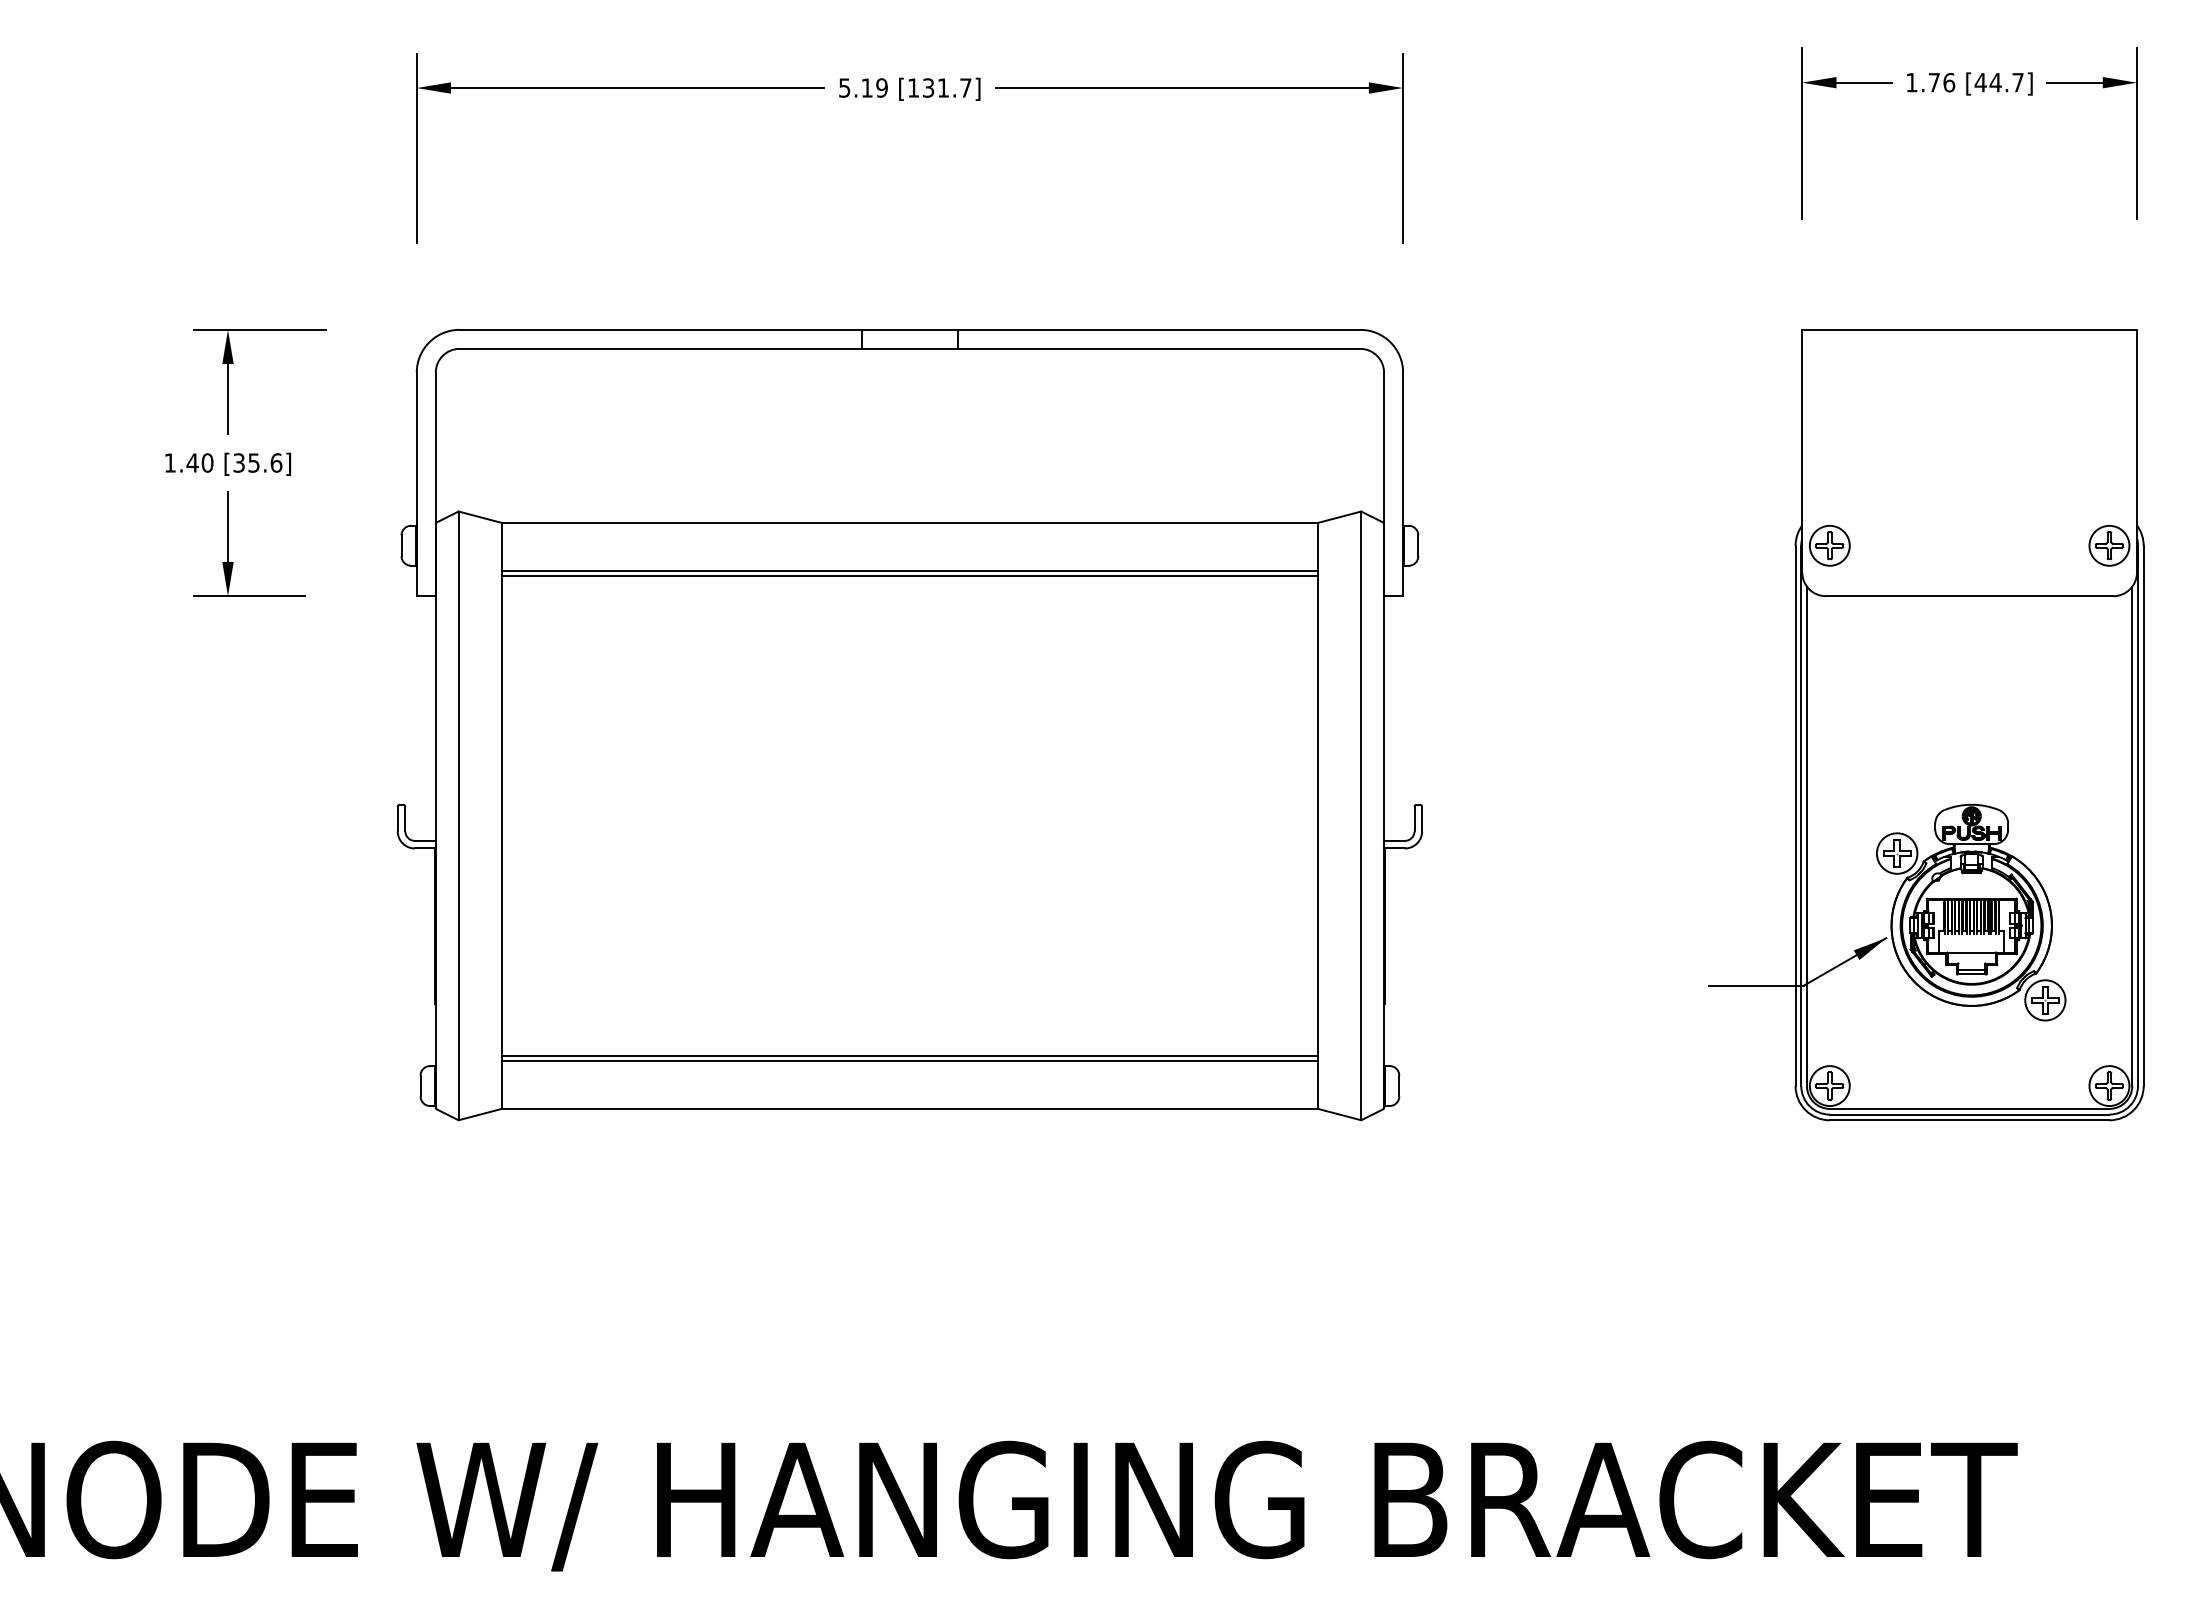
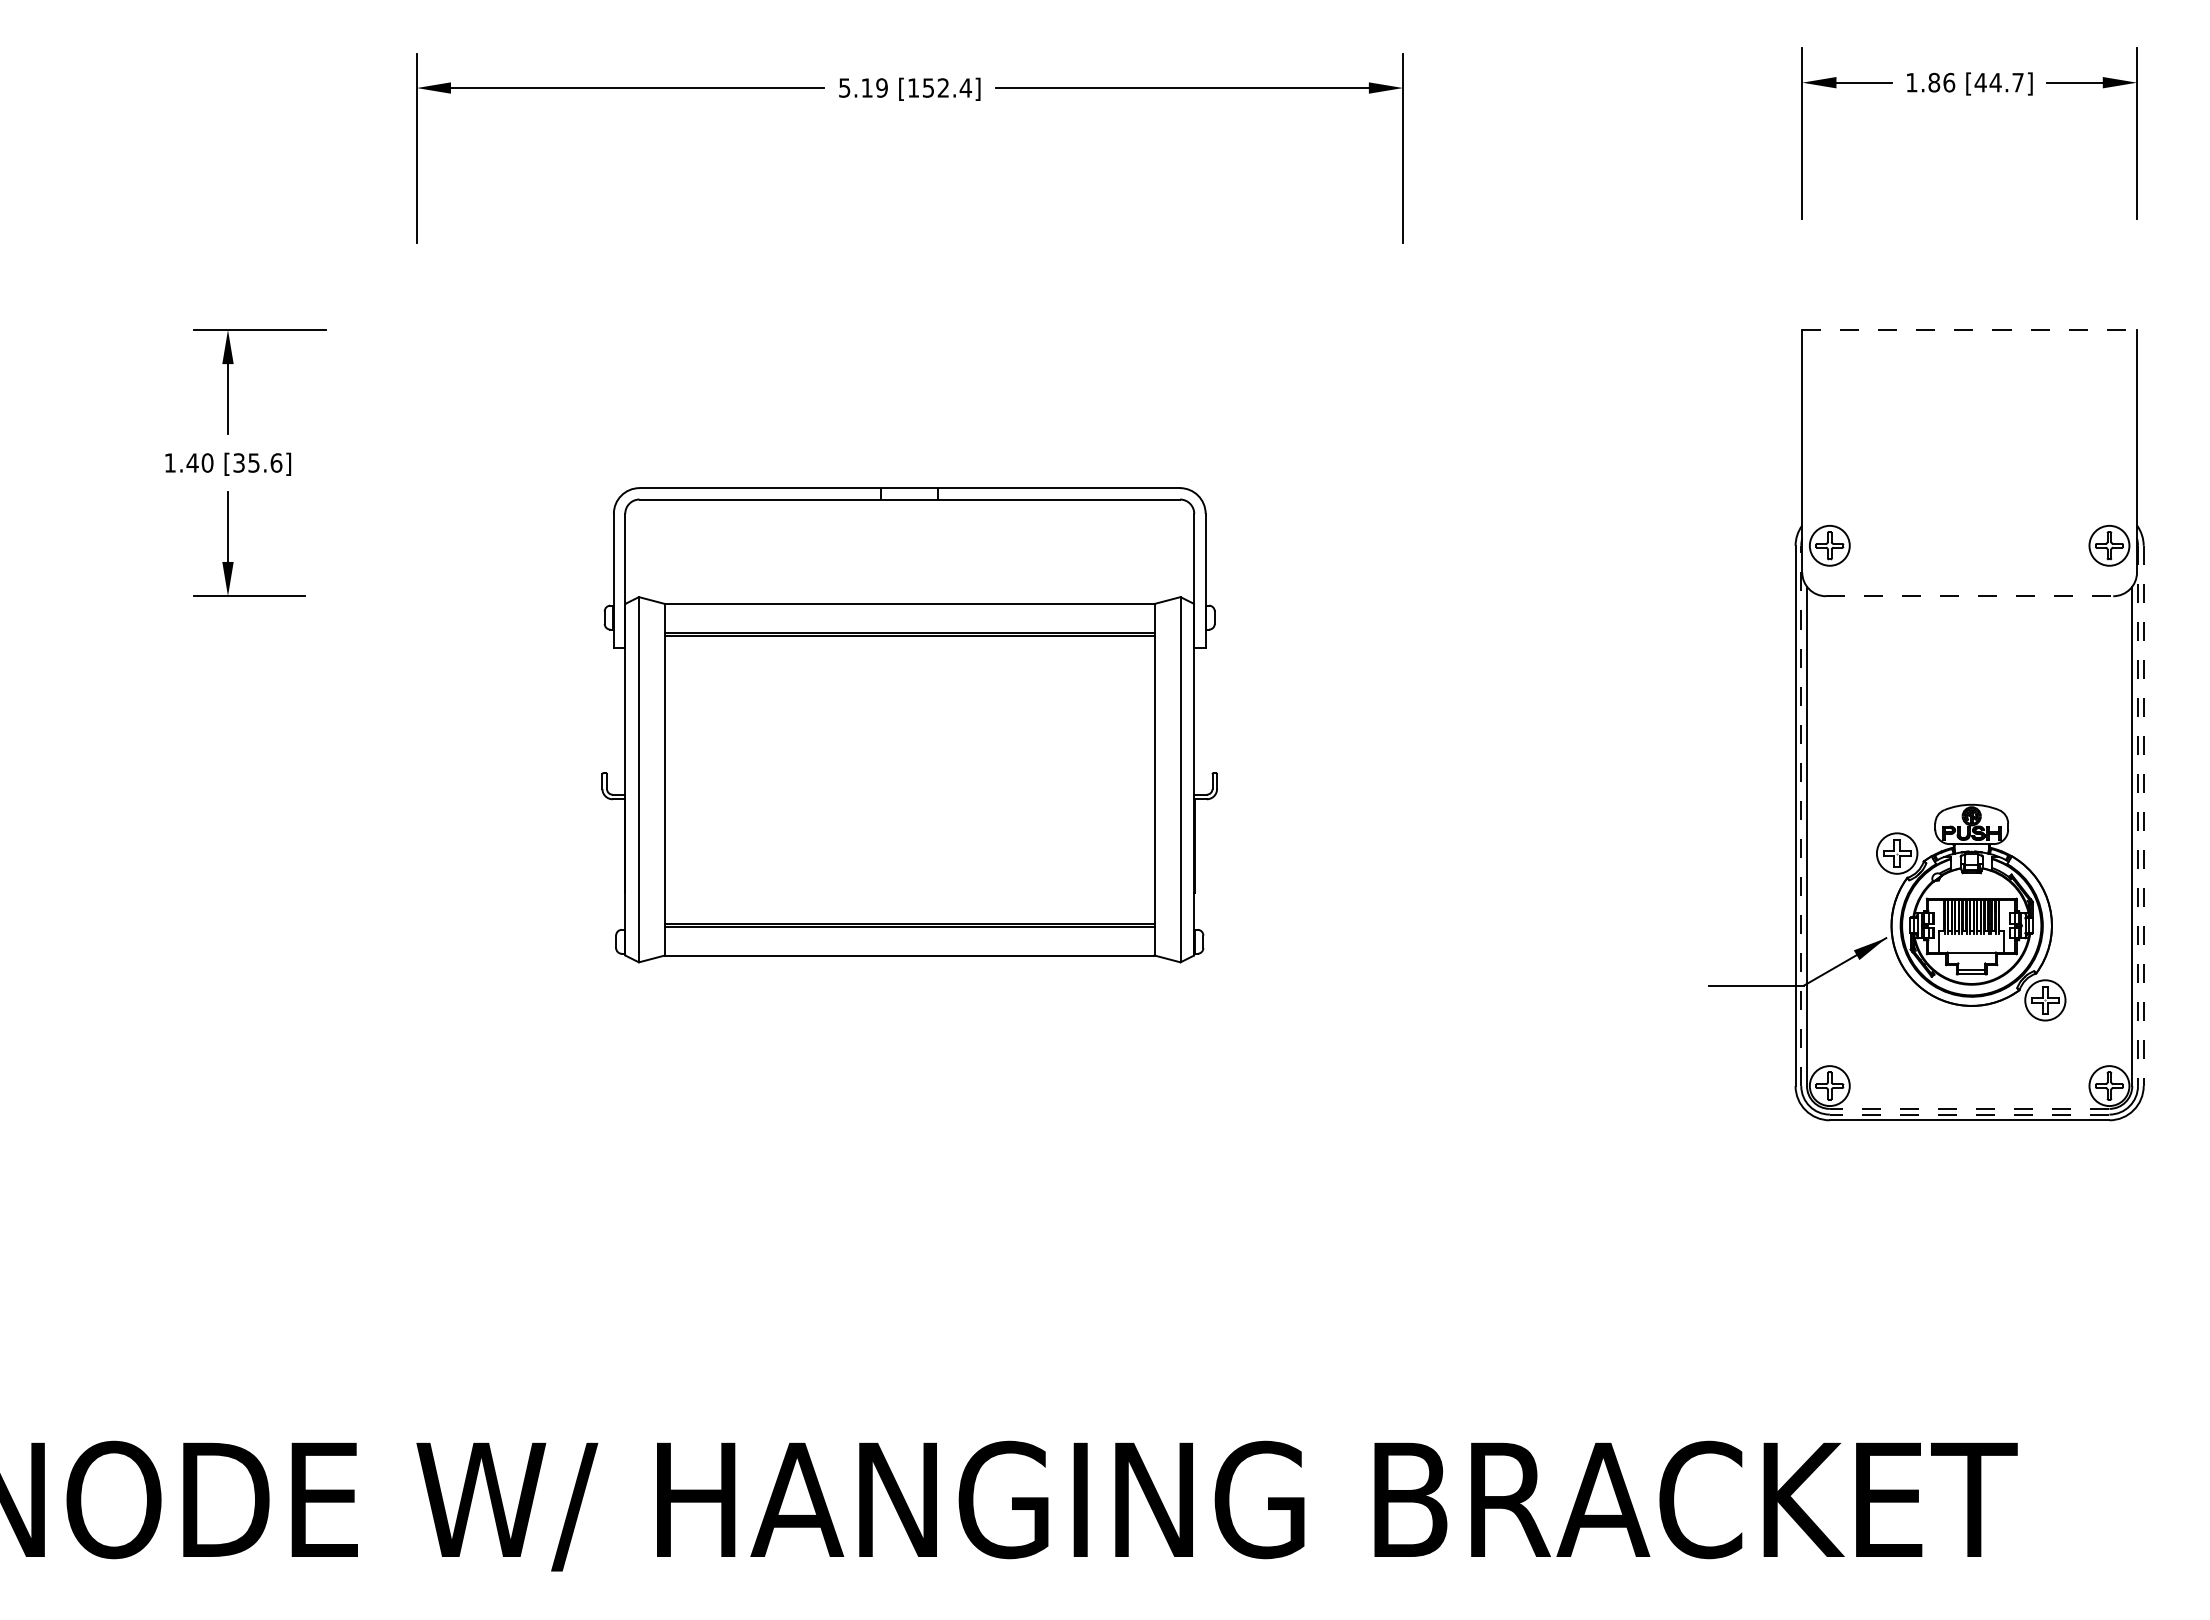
text at (1934, 82): 1.76 -> 1.86
text at (947, 87): [131.7] -> [152.4]
line at (1970, 329): solid -> dashed
line at (1969, 596): solid -> dashed
part at (909, 725) size: 1027x793 px -> 617x477 px
line at (1801, 815): solid -> dashed
line at (2137, 816): solid -> dashed
line at (2143, 816): solid -> dashed
line at (1969, 1108): solid -> dashed
line at (1969, 1114): solid -> dashed
